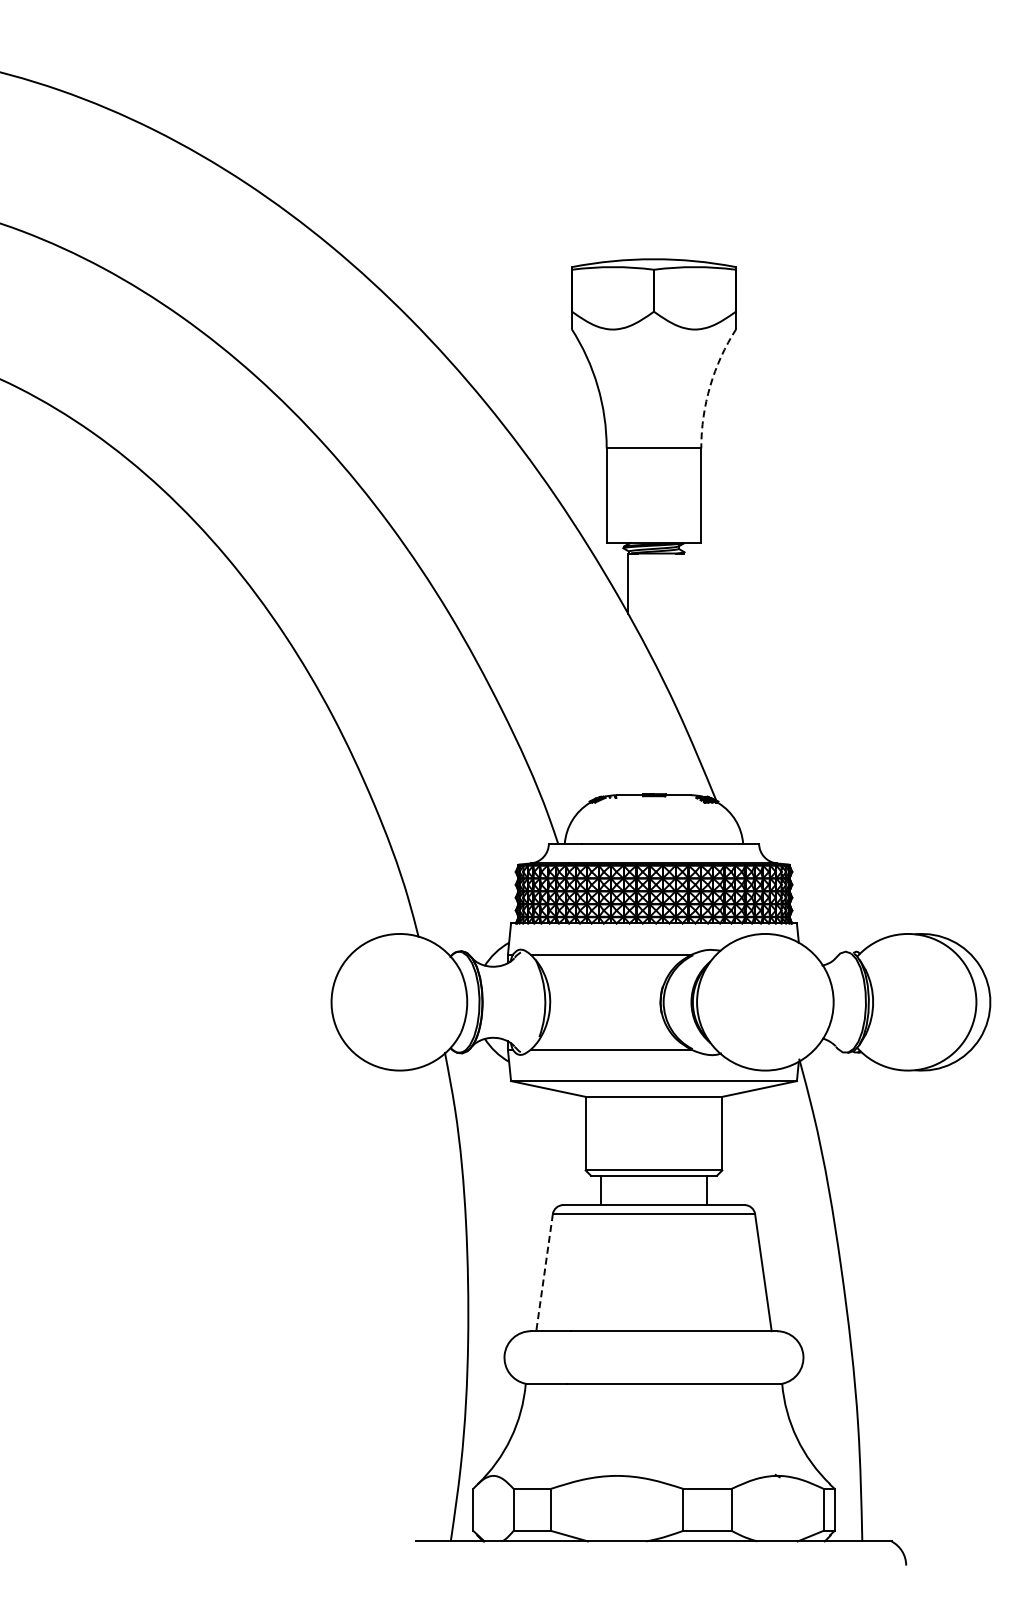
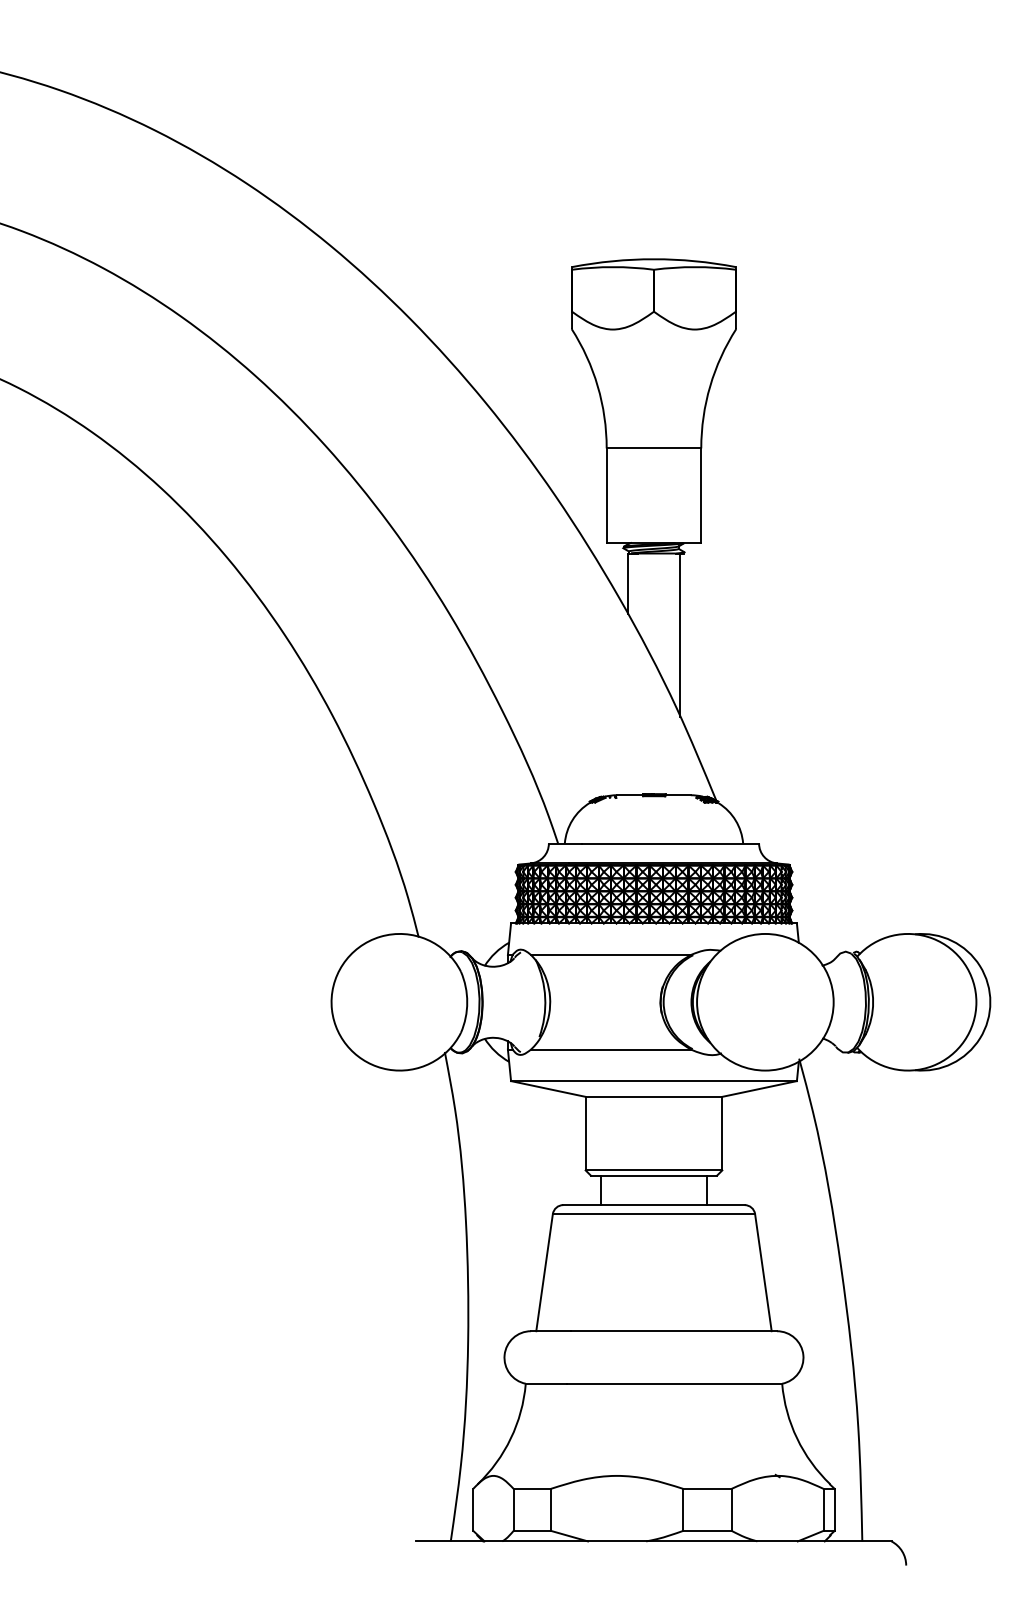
arc at (710, 386): dashed -> solid
line at (680, 634): none -> present
line at (544, 1273): dashed -> solid
